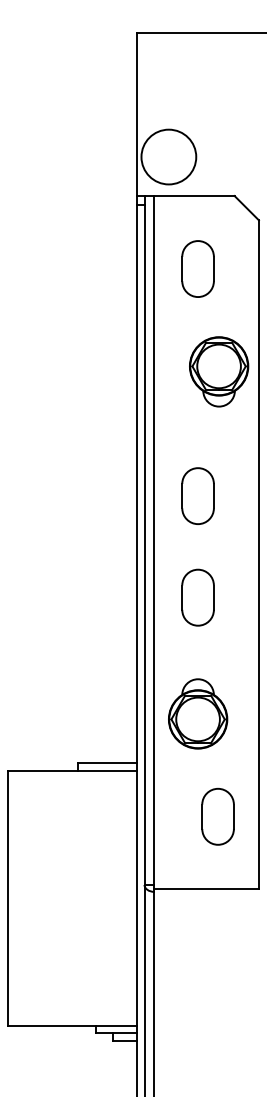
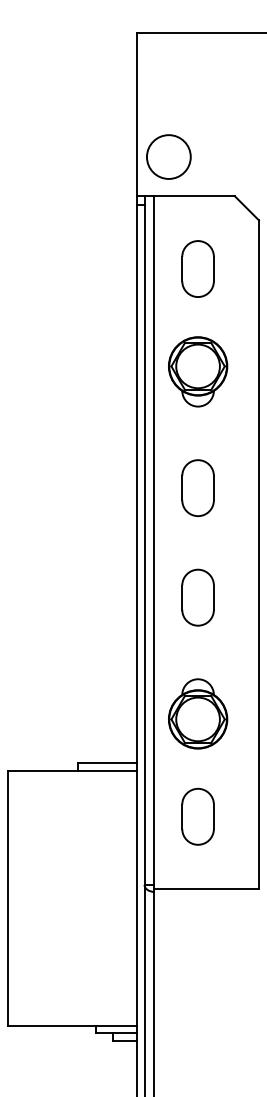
circle at (168, 156) diameter: 55 px -> 44 px
part at (219, 371) position: (219, 371) -> (198, 371)
part at (197, 495) position: (197, 495) -> (197, 487)
part at (217, 816) position: (217, 816) -> (197, 816)
